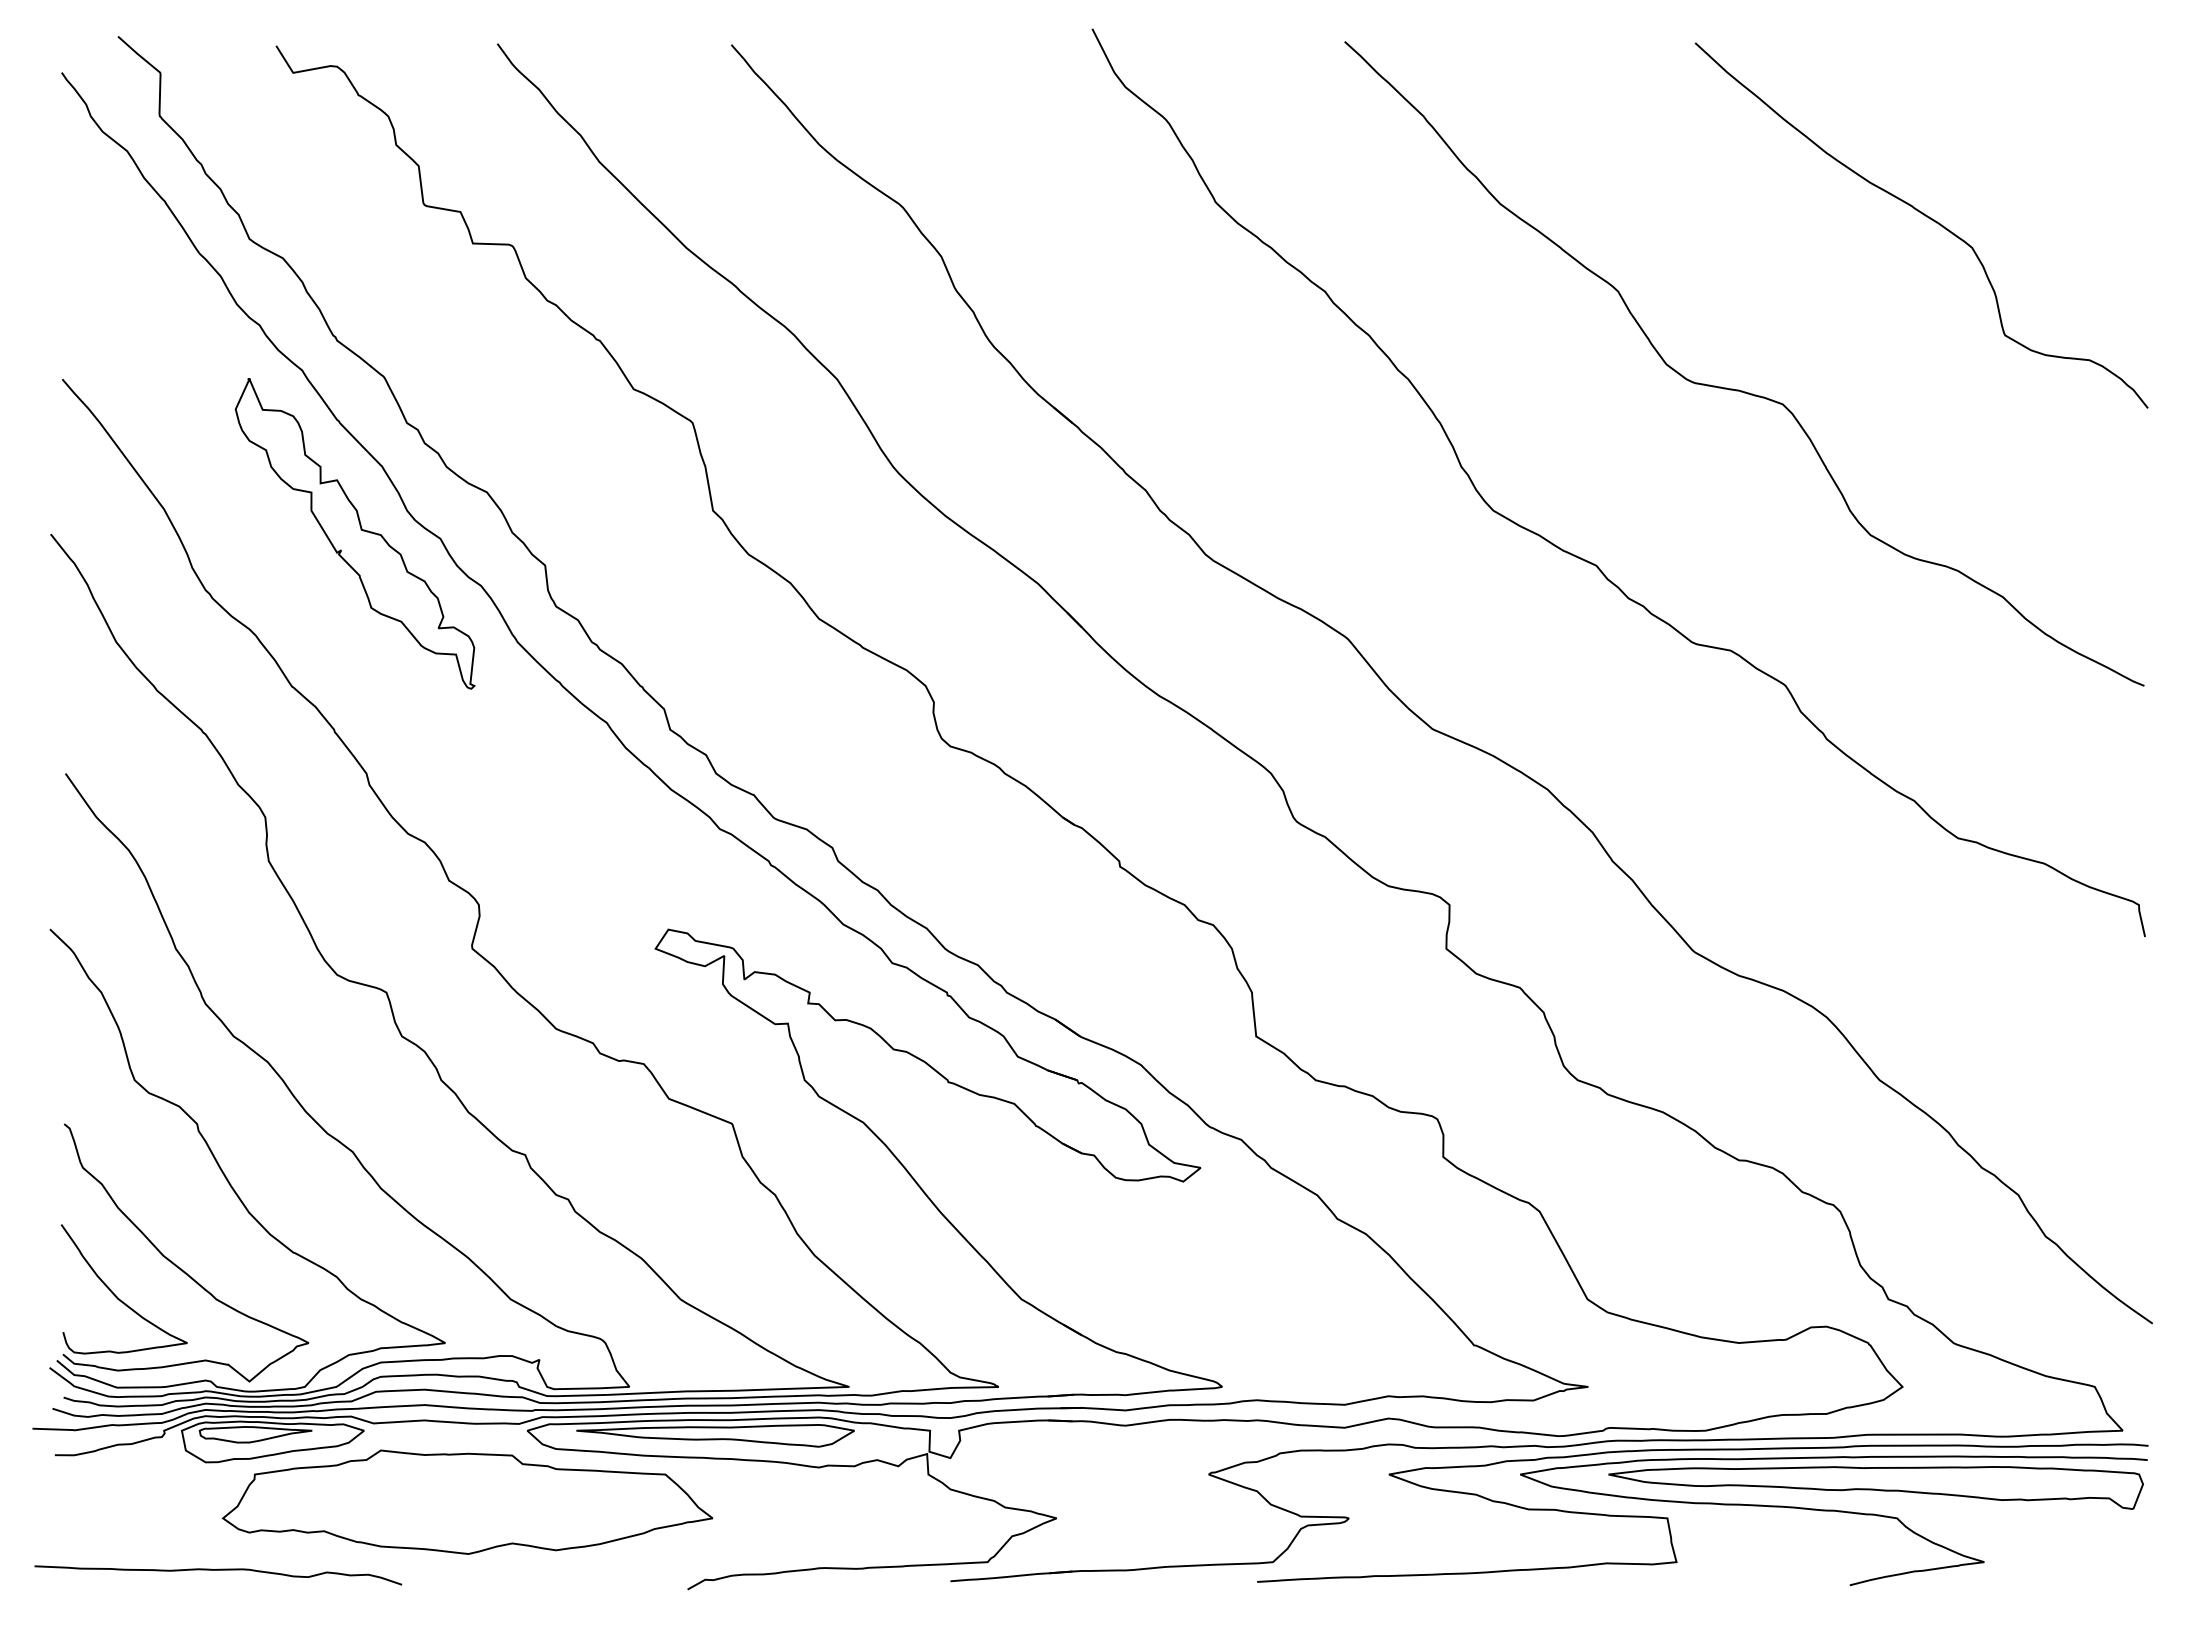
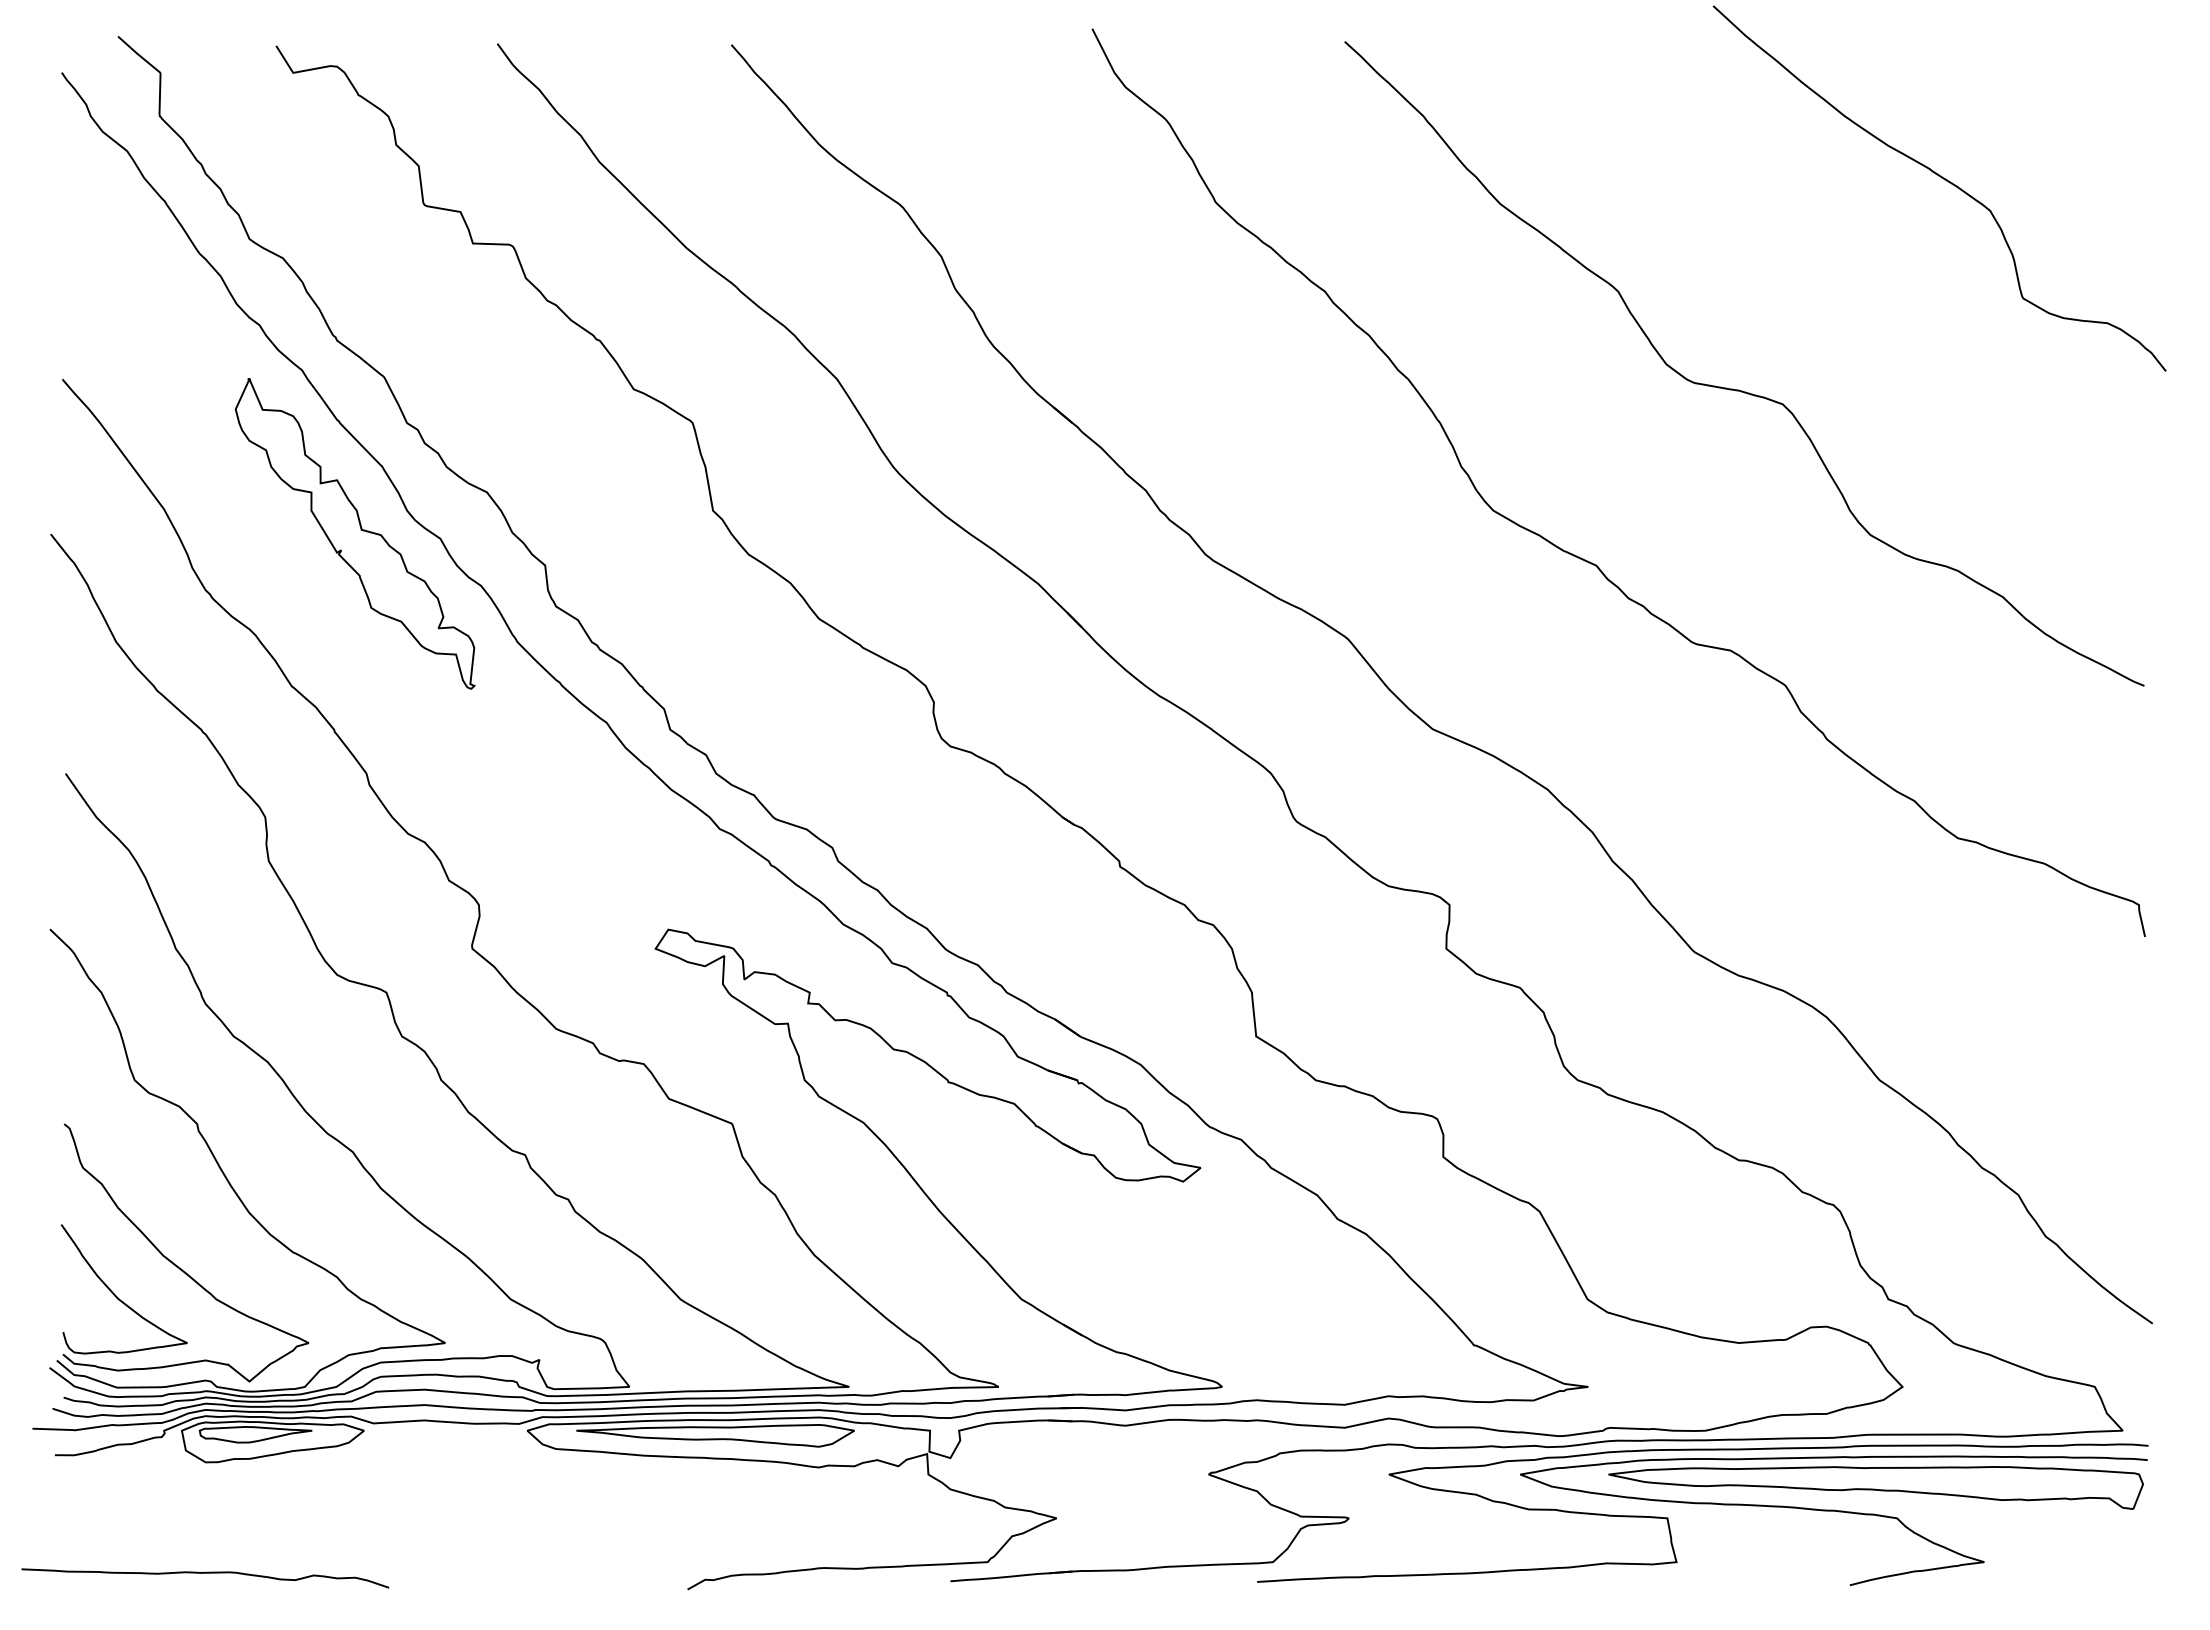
curve at (1926, 217) position: (1926, 217) -> (1944, 180)
part at (467, 1501): present -> none
curve at (218, 1570) position: (218, 1570) -> (205, 1573)
